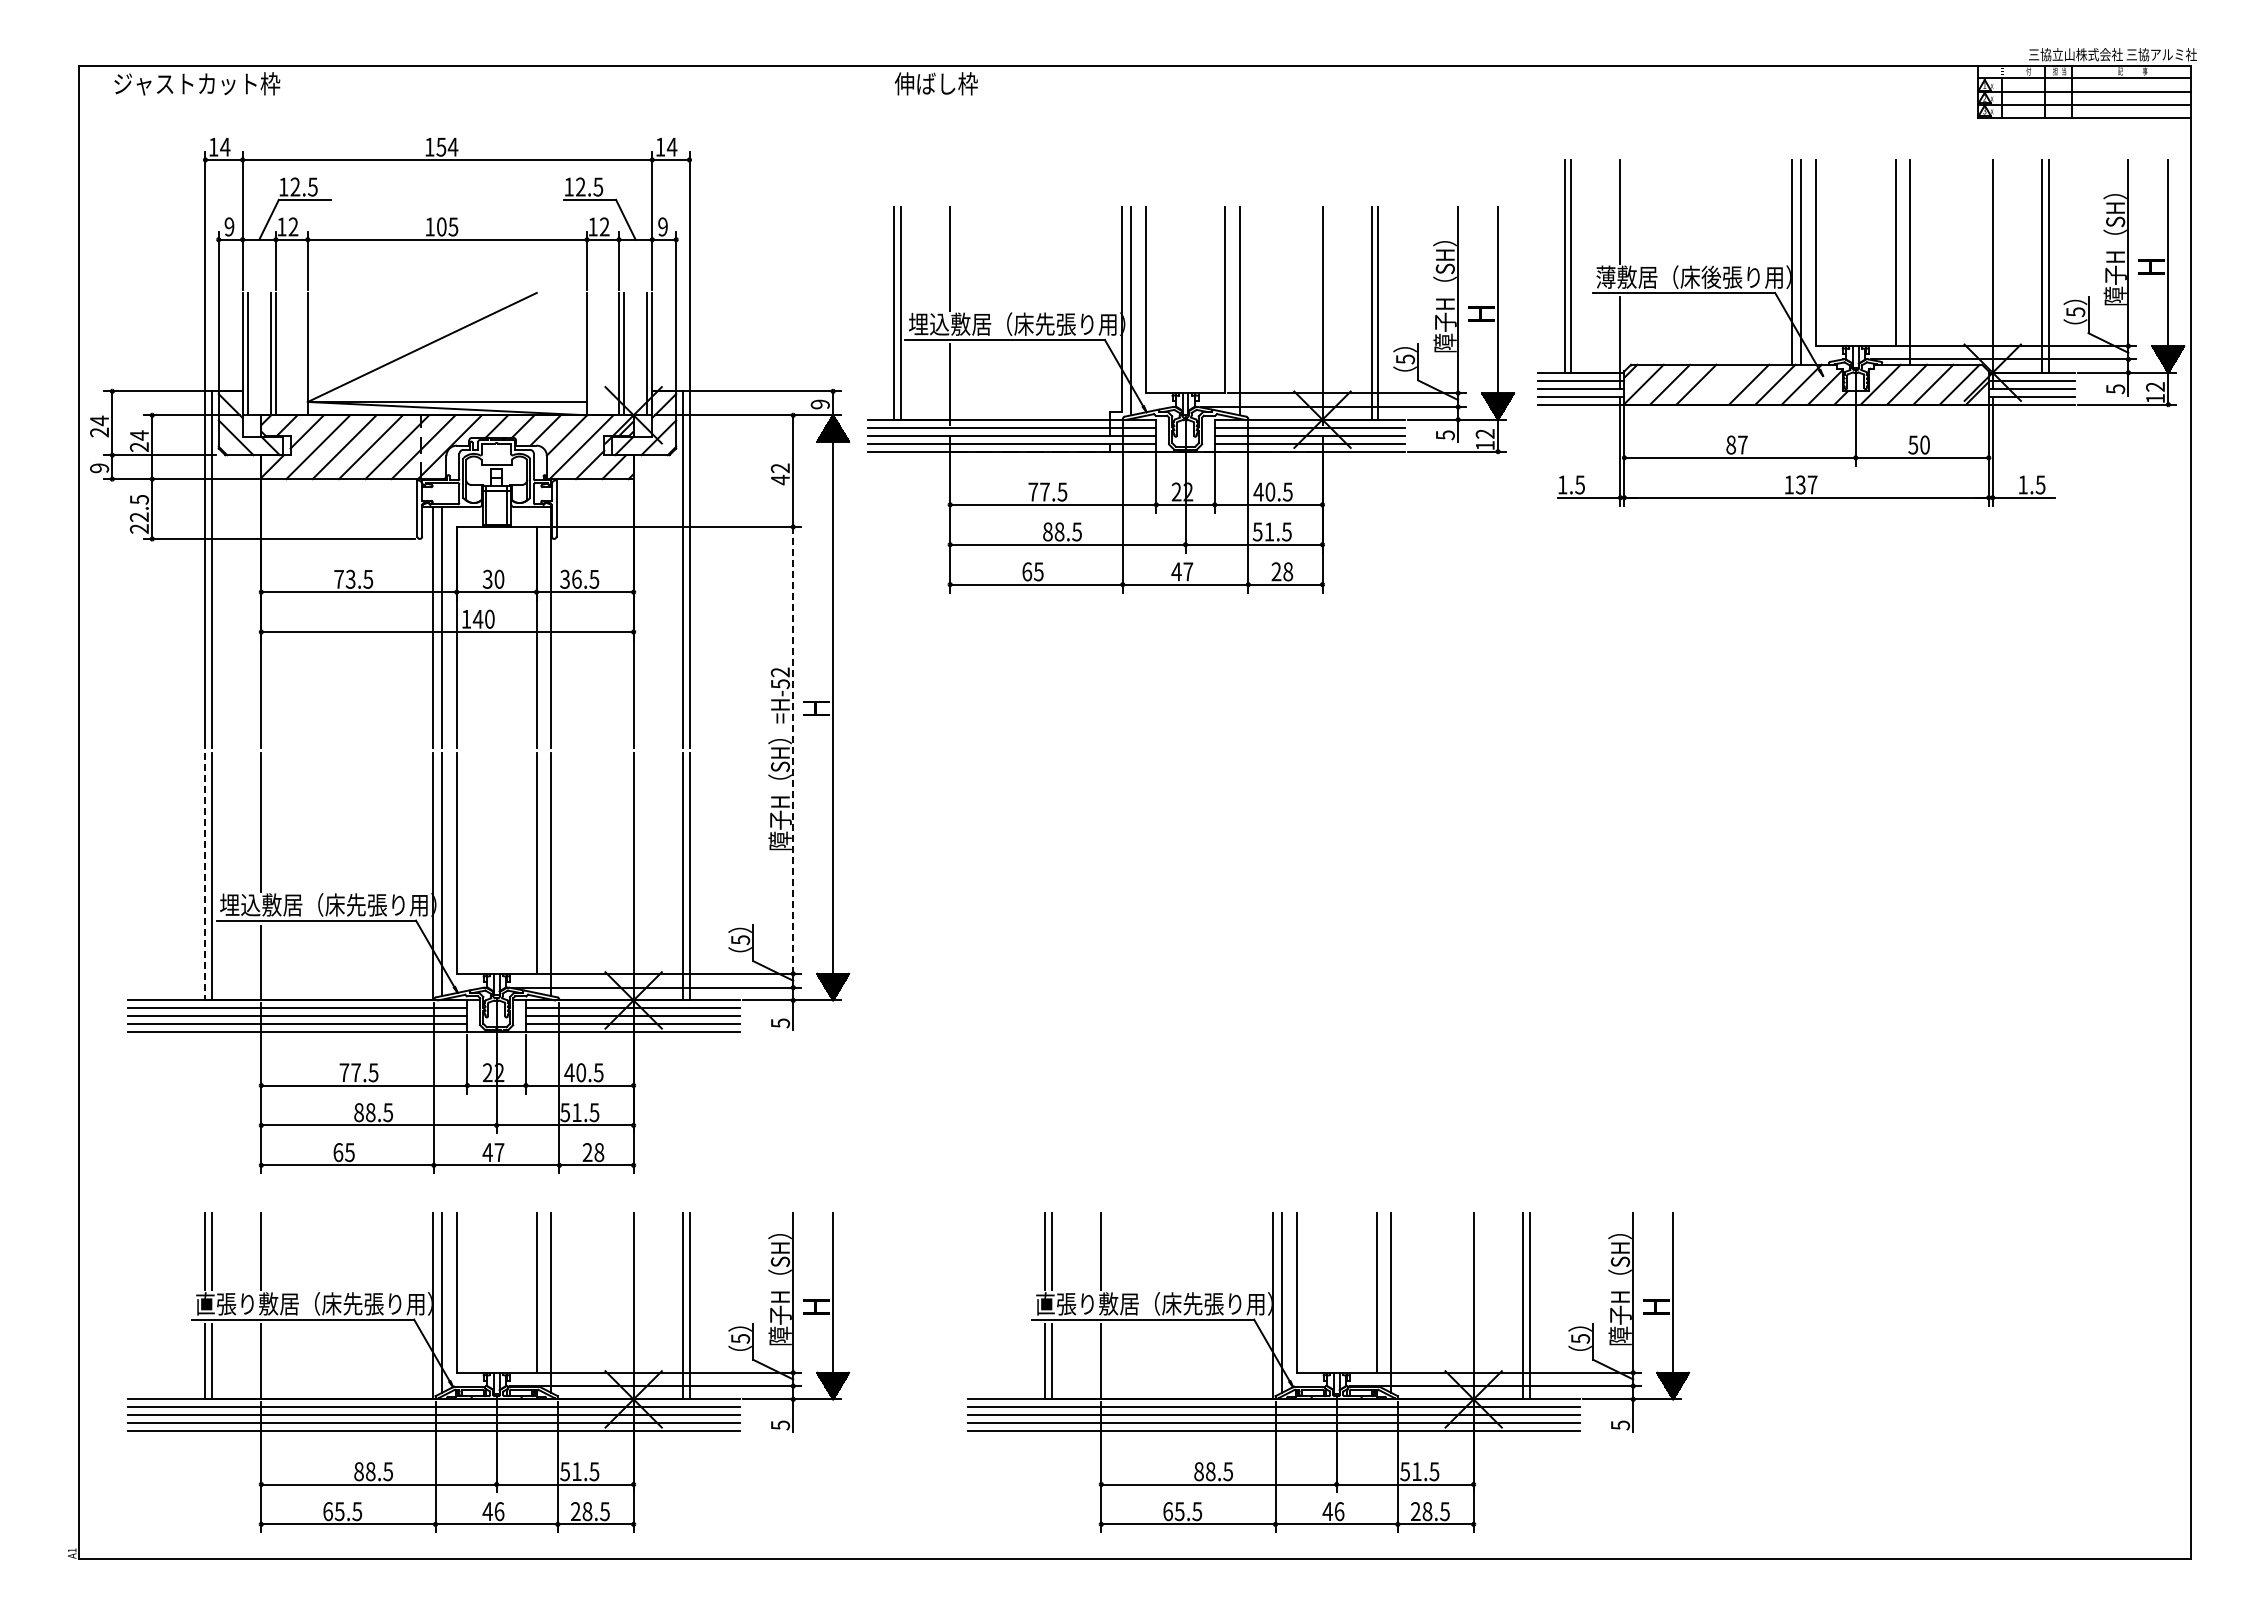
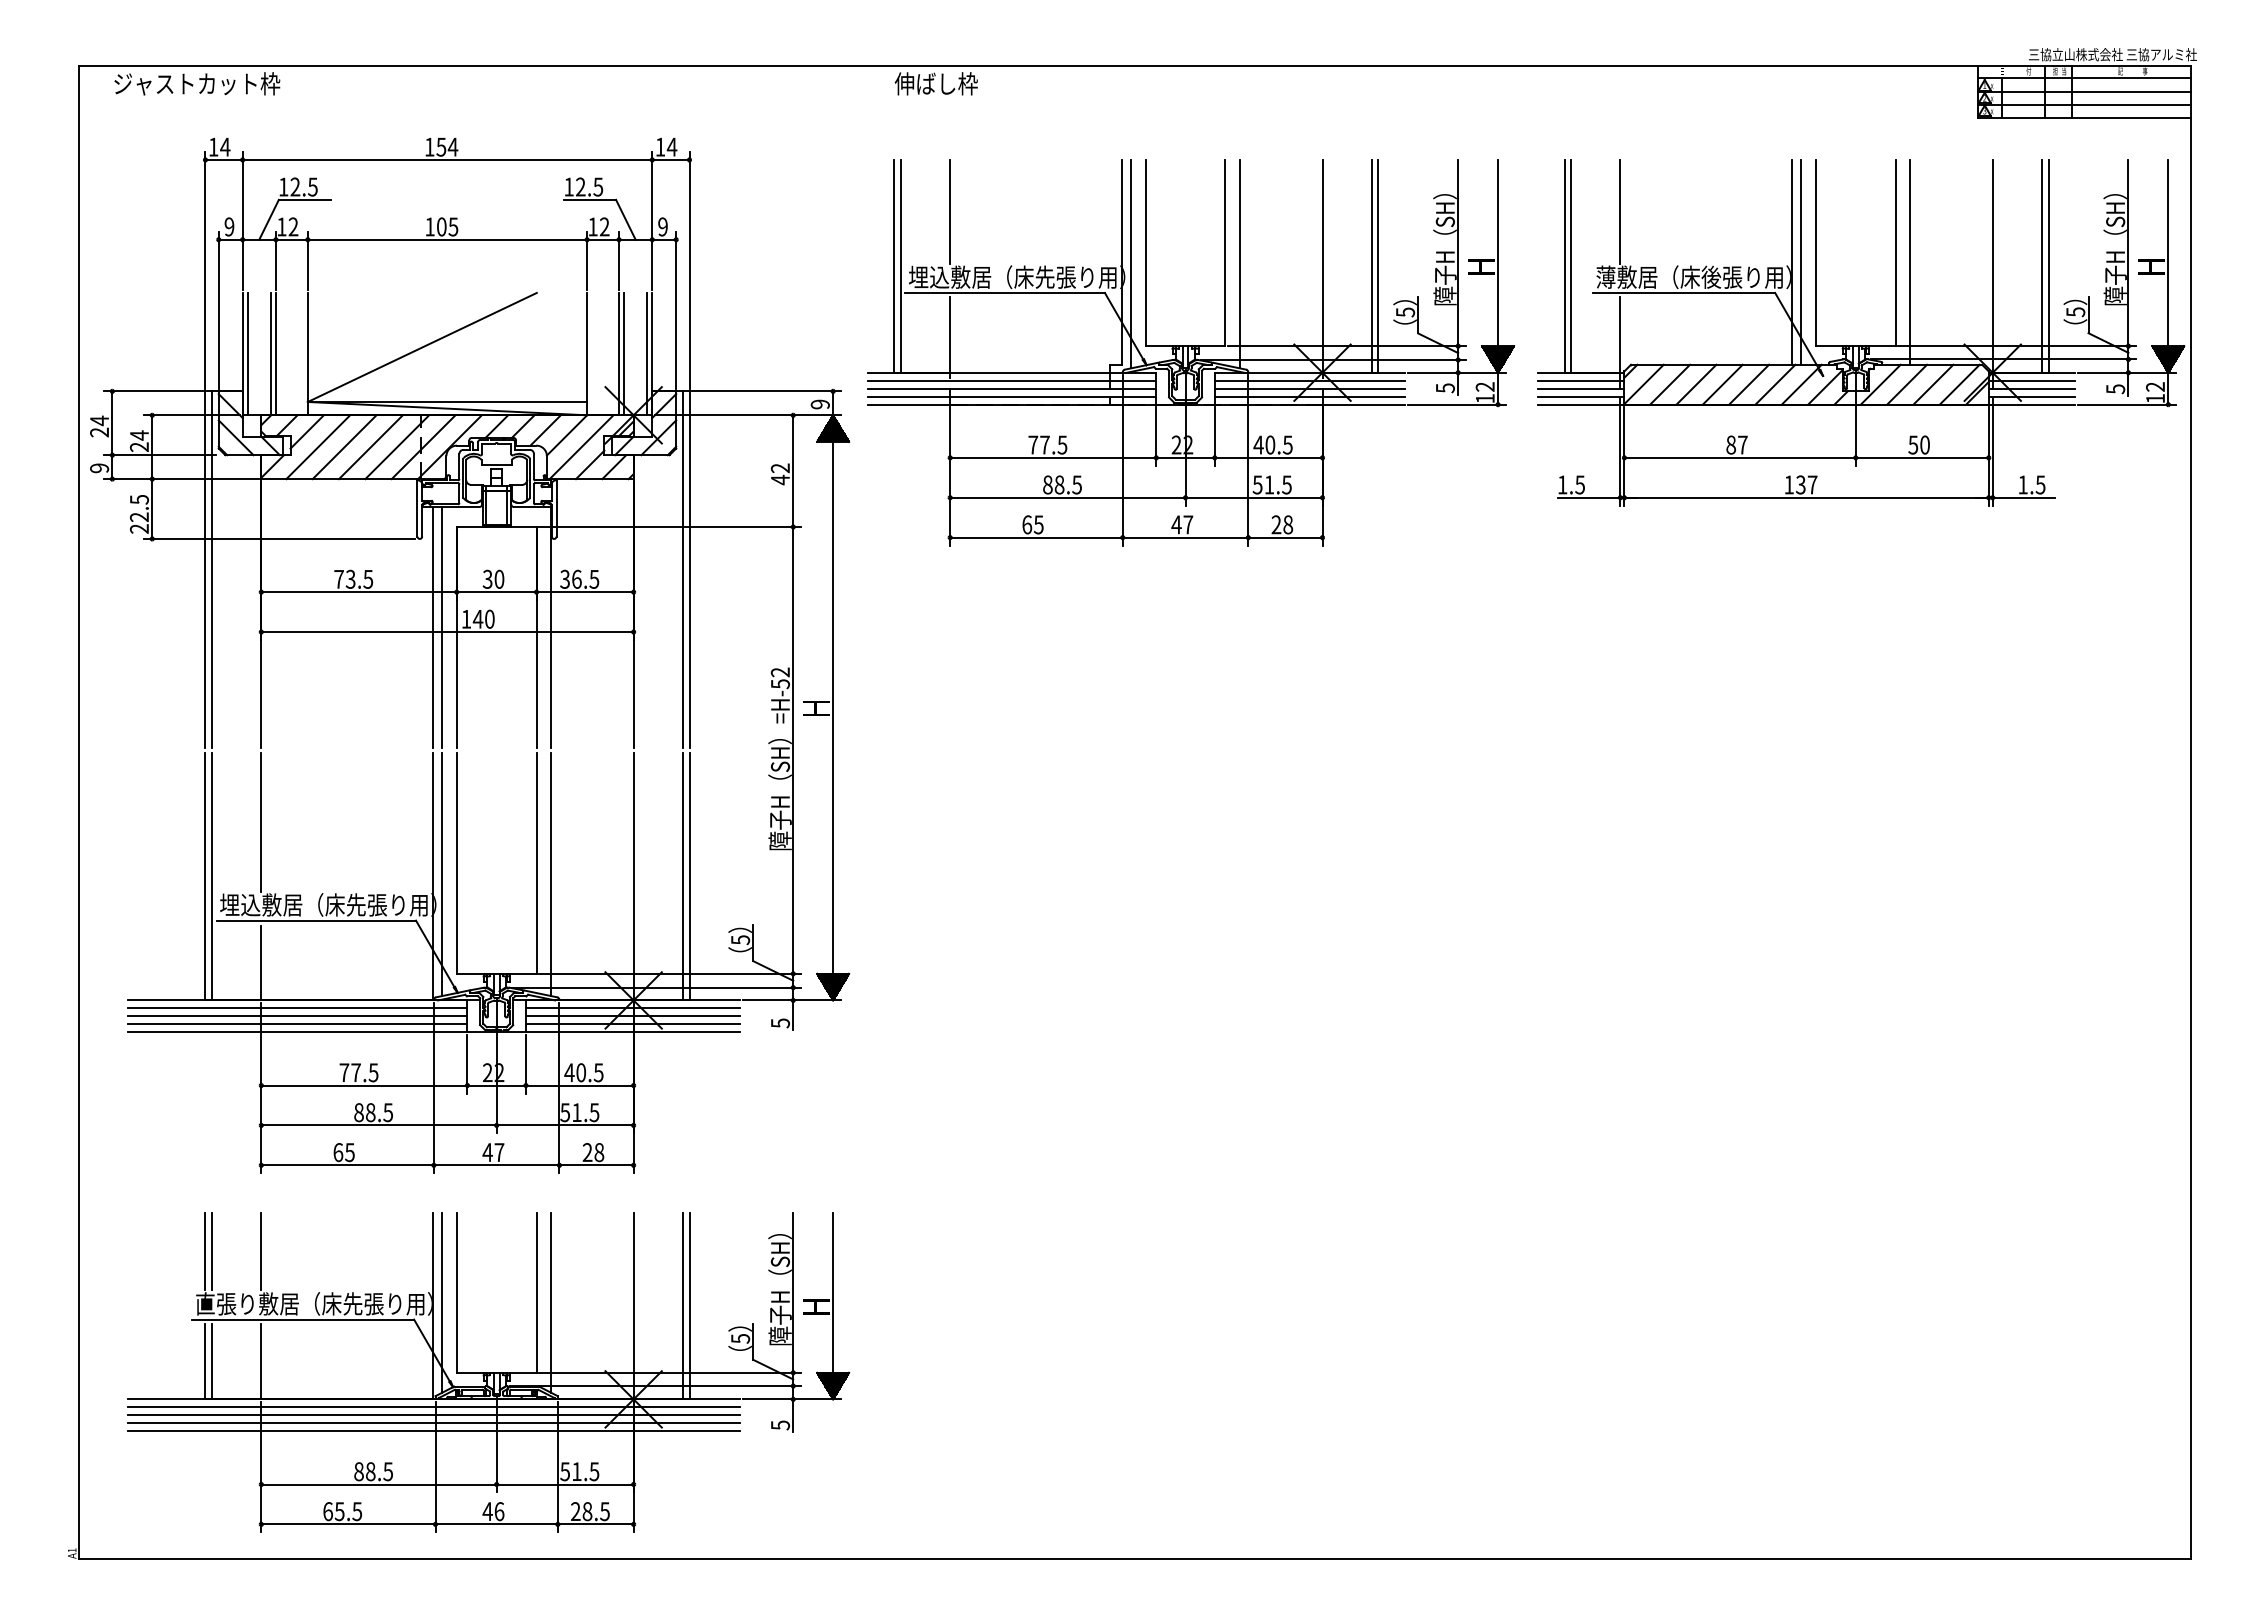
line at (1722, 384): none -> present
part at (1190, 399) position: (1190, 399) -> (1190, 352)
line at (793, 749): dashed -> solid
line at (205, 876): dashed -> solid
part at (1328, 1372): present -> none
